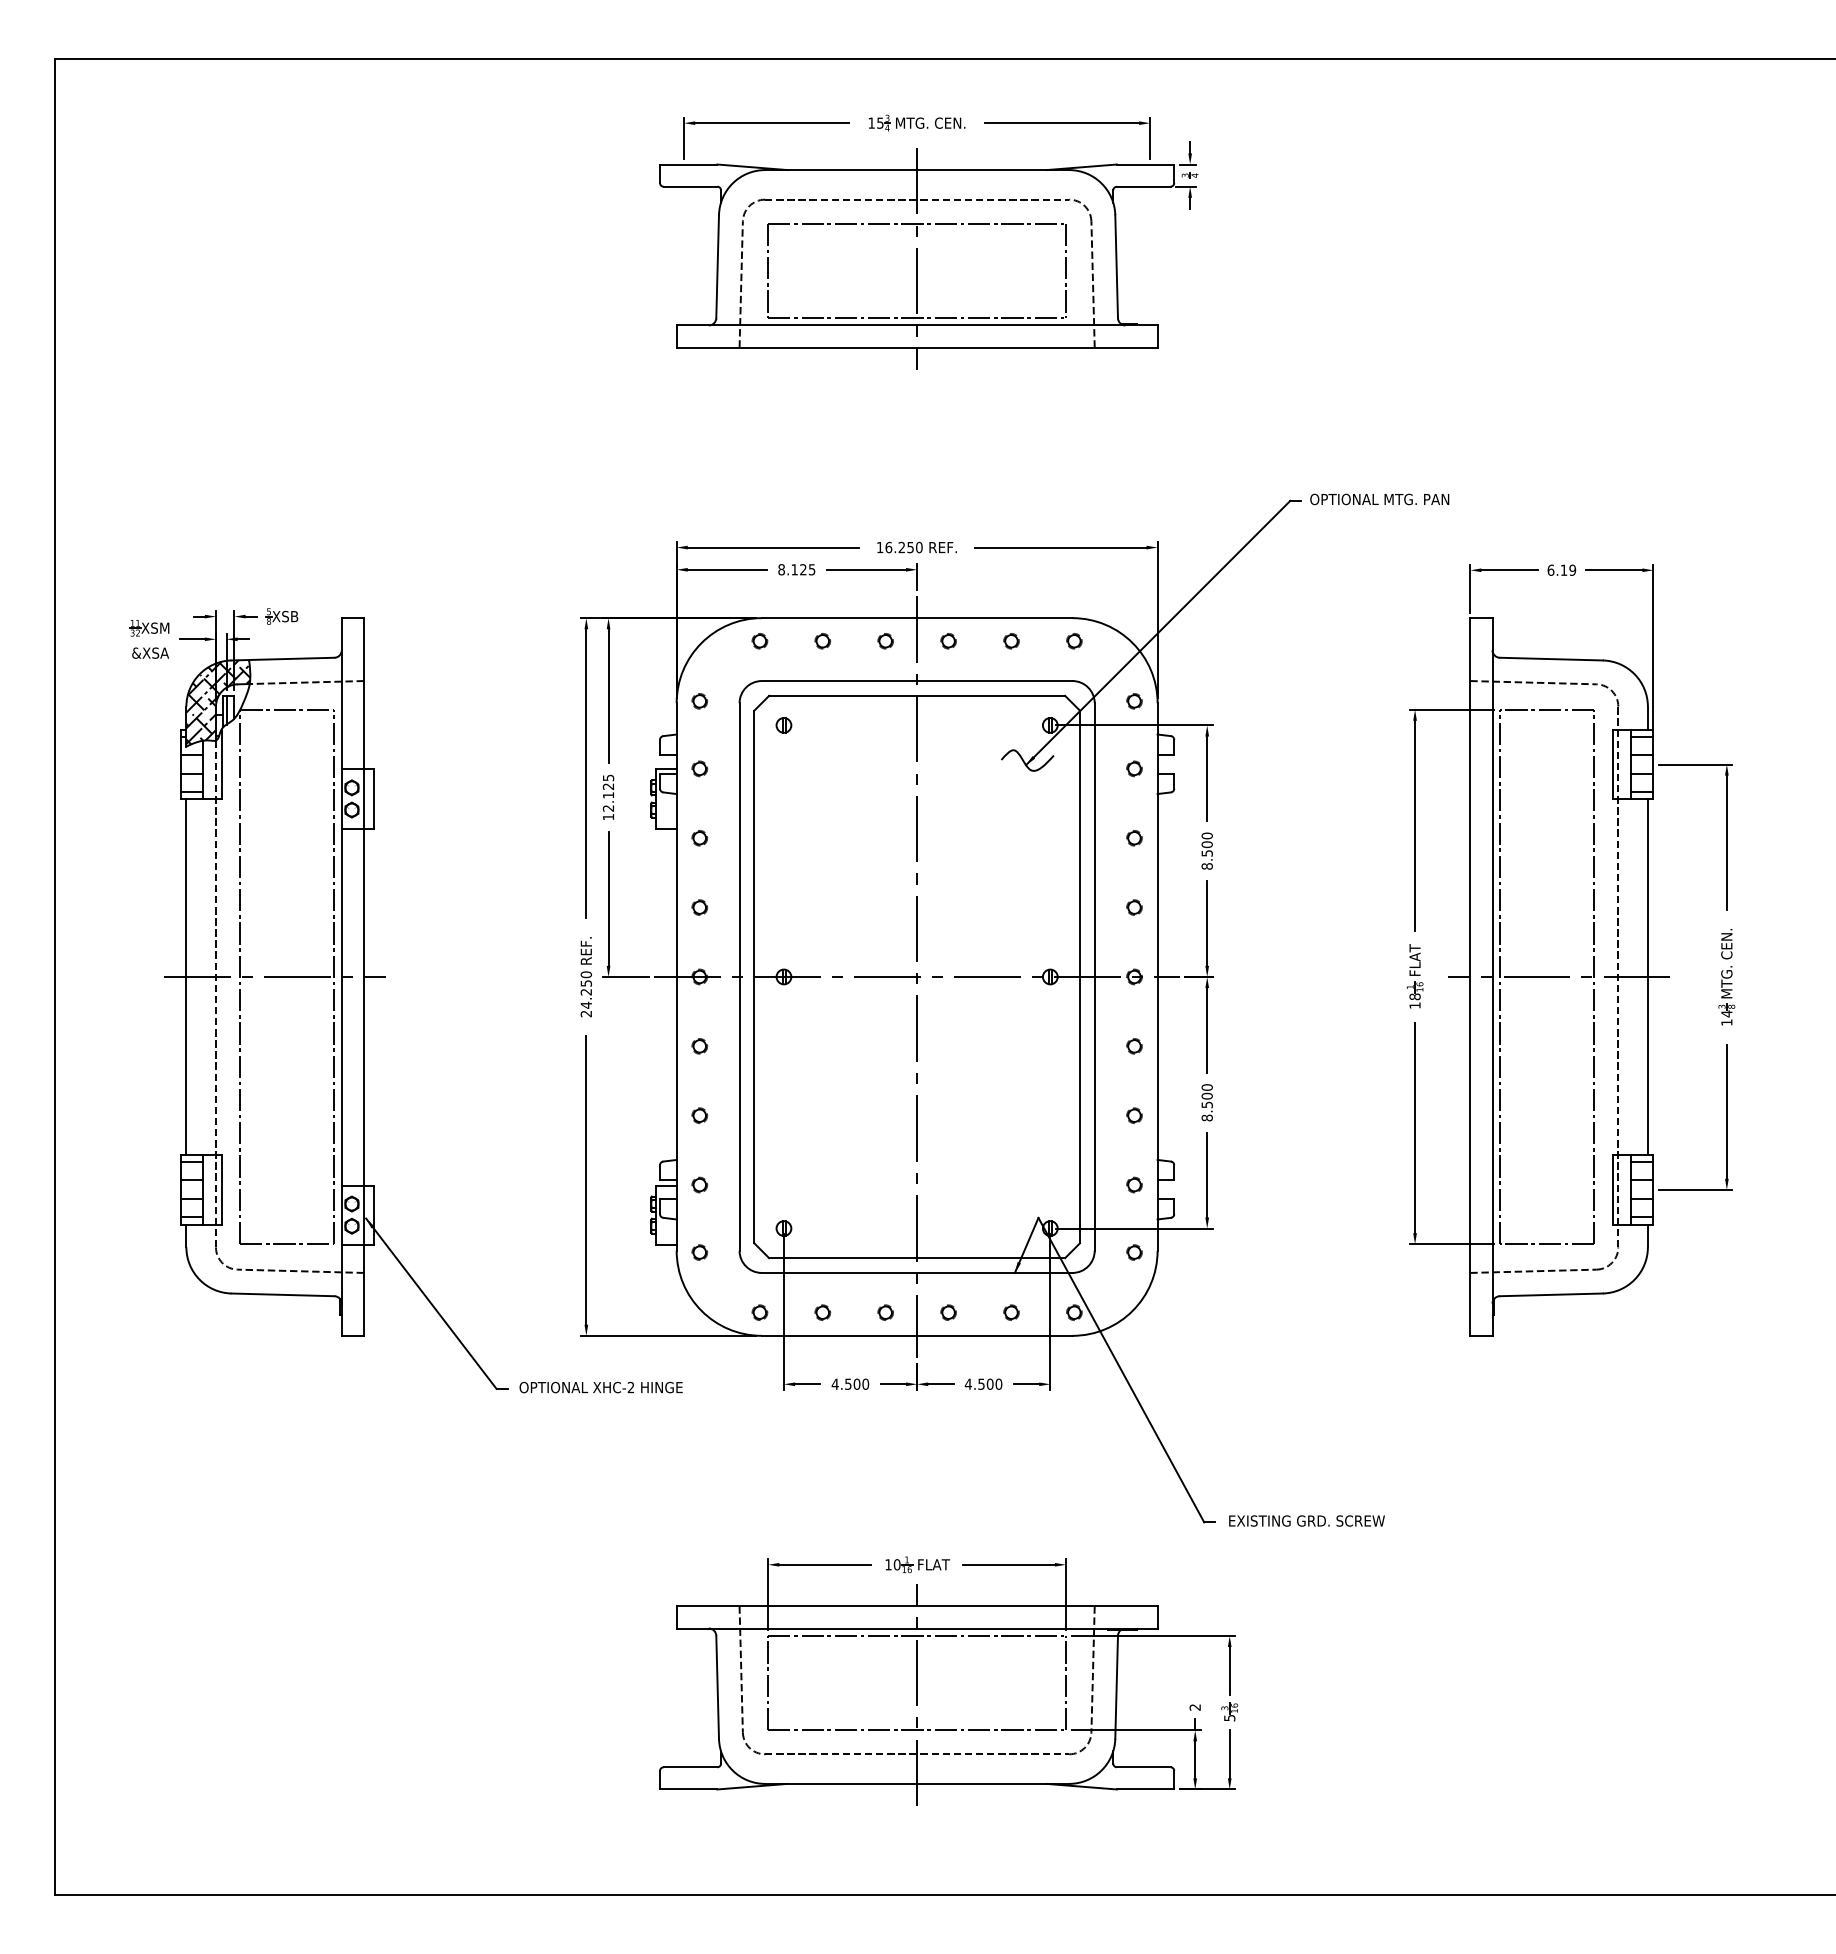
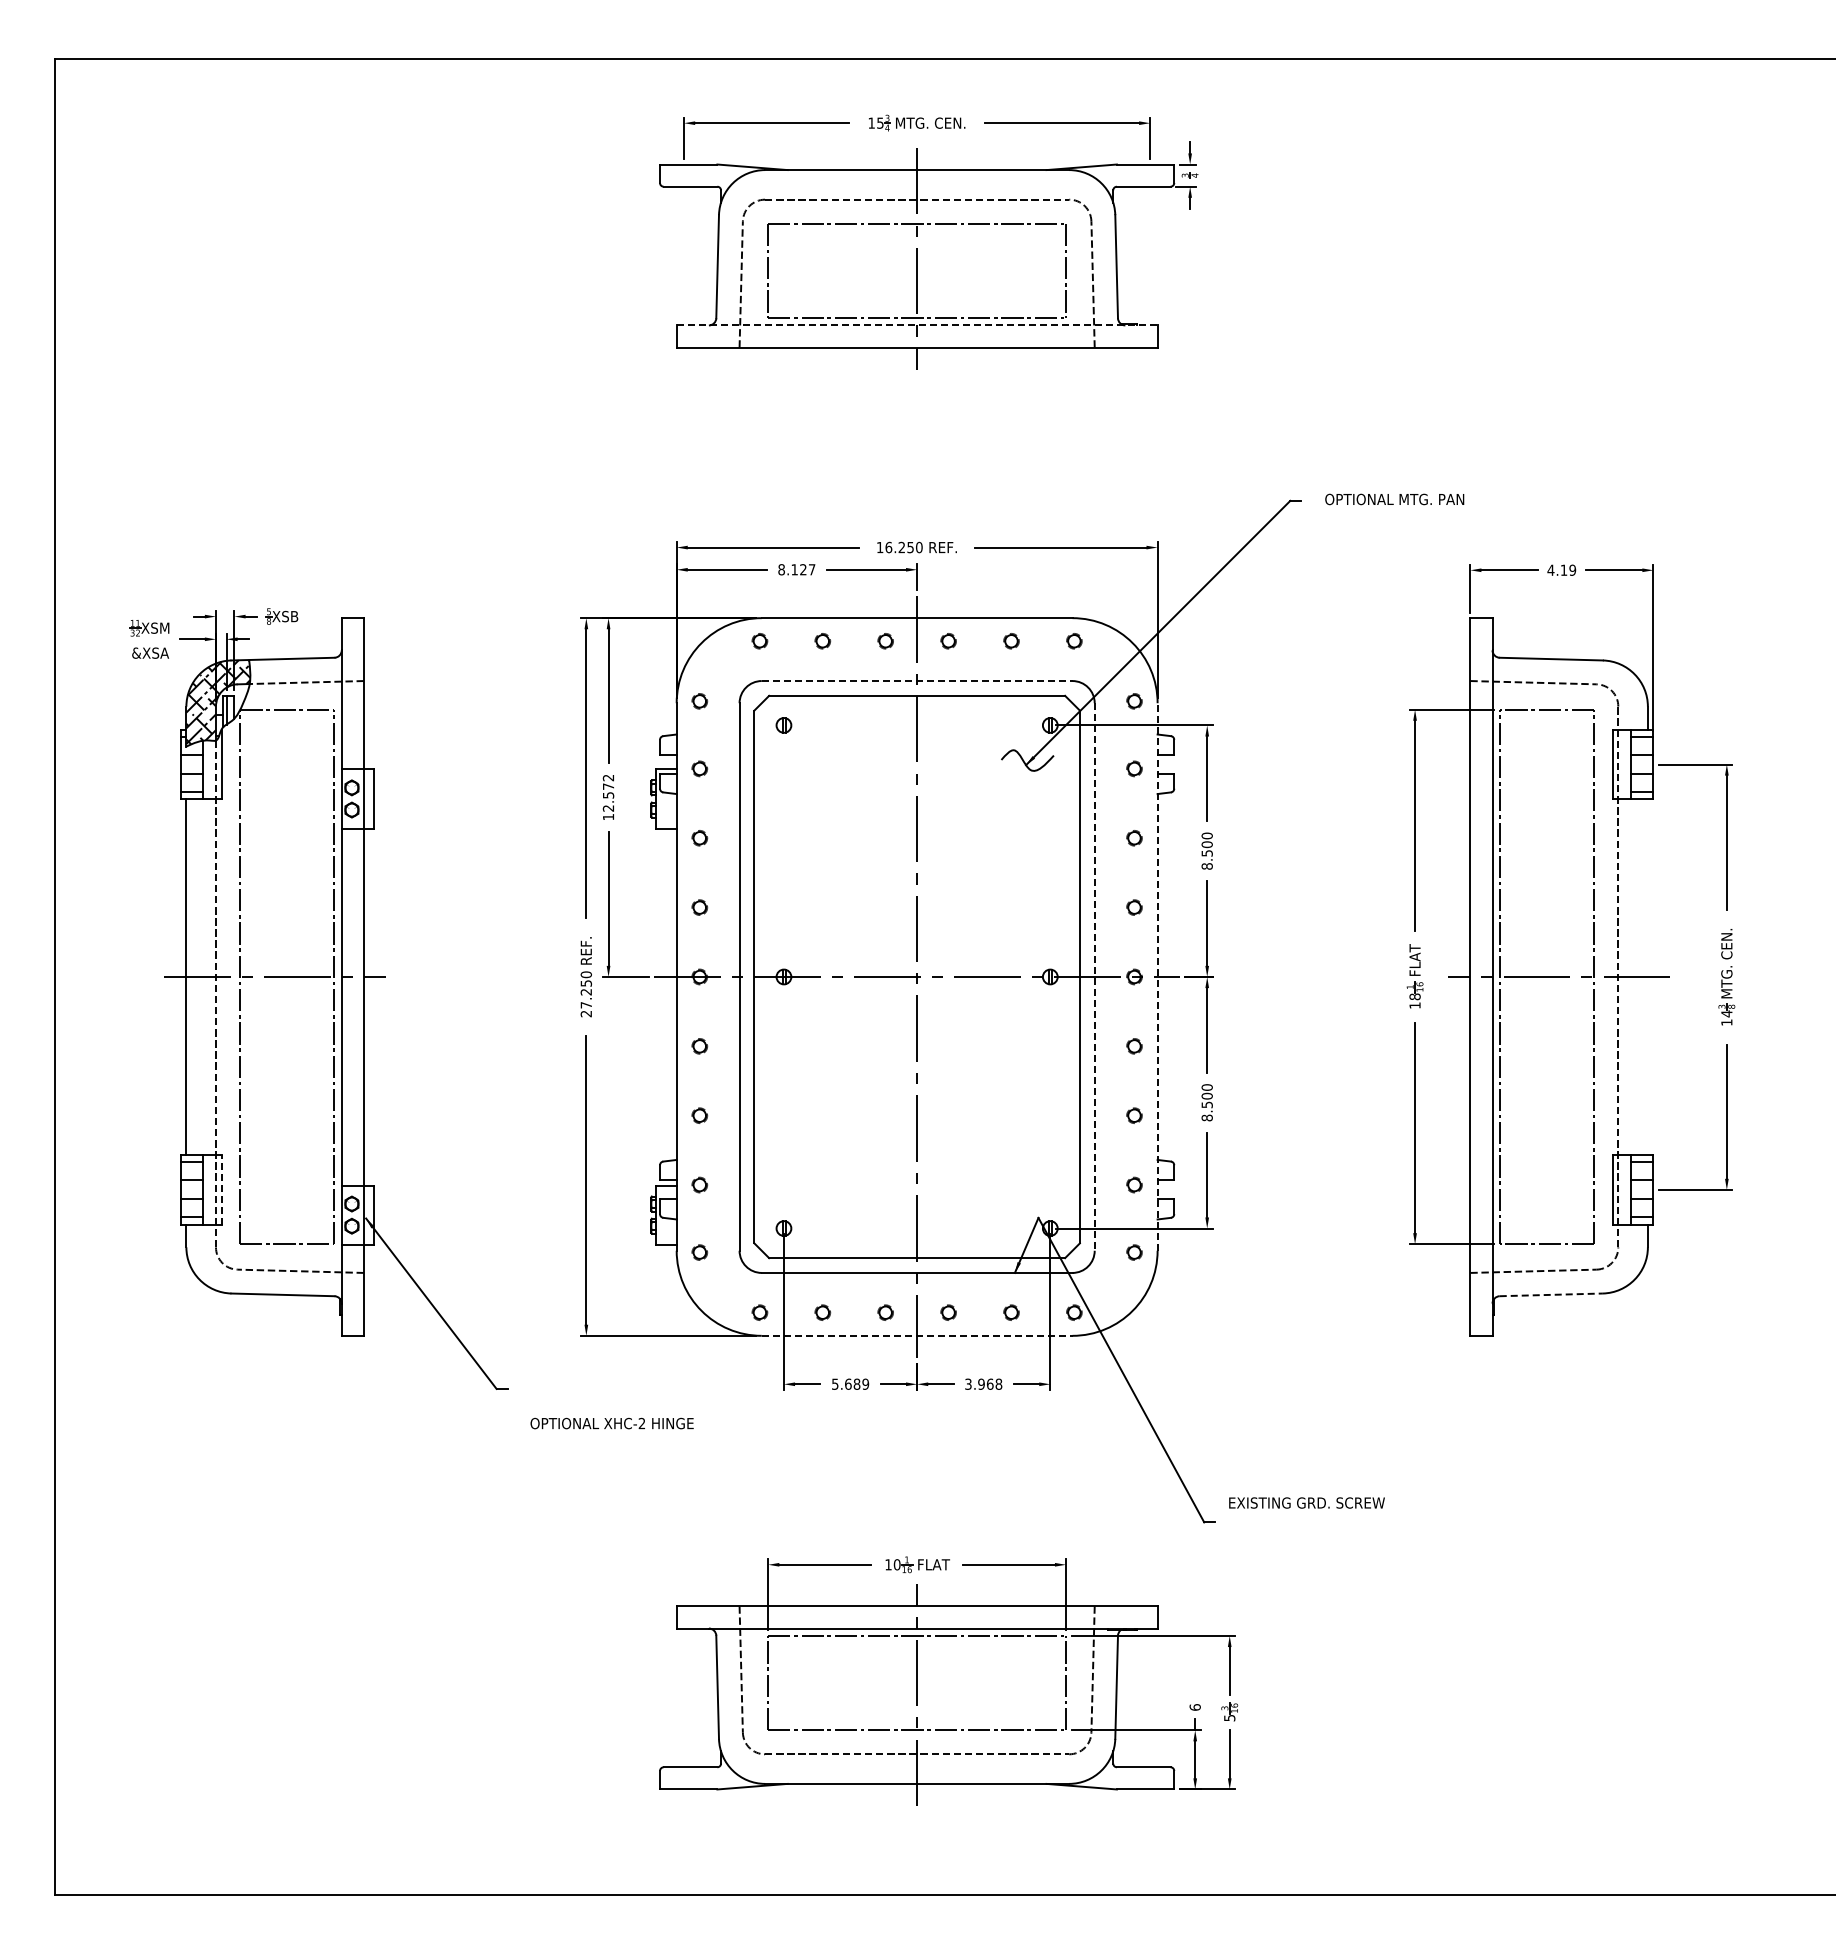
line at (917, 325): solid -> dashed
text at (1379, 499) position: (1379, 499) -> (1394, 499)
text at (811, 569): 8.125 -> 8.127
text at (1550, 569): 6.19 -> 4.19
line at (917, 681): solid -> dashed
text at (608, 786): 12.125 -> 12.572
line at (1094, 976): solid -> dashed
line at (1157, 976): solid -> dashed
line at (1647, 977): present -> none
text at (585, 1004): 24.250 -> 27.250
line at (221, 1189): solid -> dashed
line at (1551, 1294): solid -> dashed
line at (917, 1335): solid -> dashed
text at (849, 1383): 4.500 -> 5.689
text at (983, 1383): 4.500 -> 3.968
text at (600, 1387) position: (600, 1387) -> (611, 1423)
text at (1306, 1520) position: (1306, 1520) -> (1306, 1502)
text at (1194, 1707): 2 -> 6
